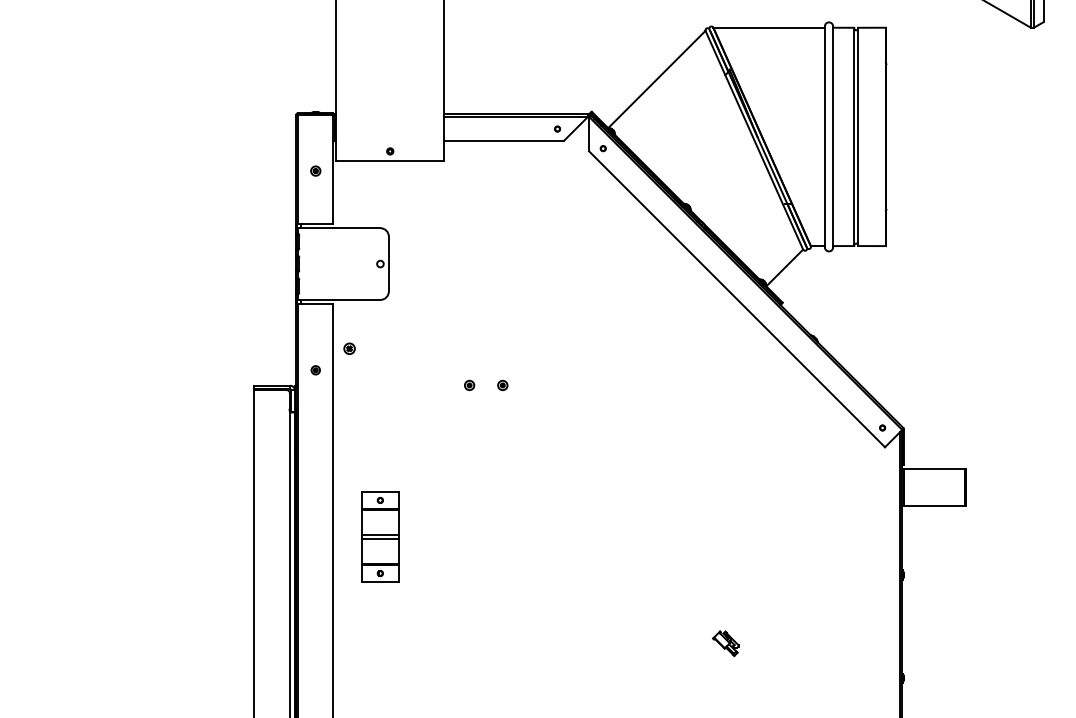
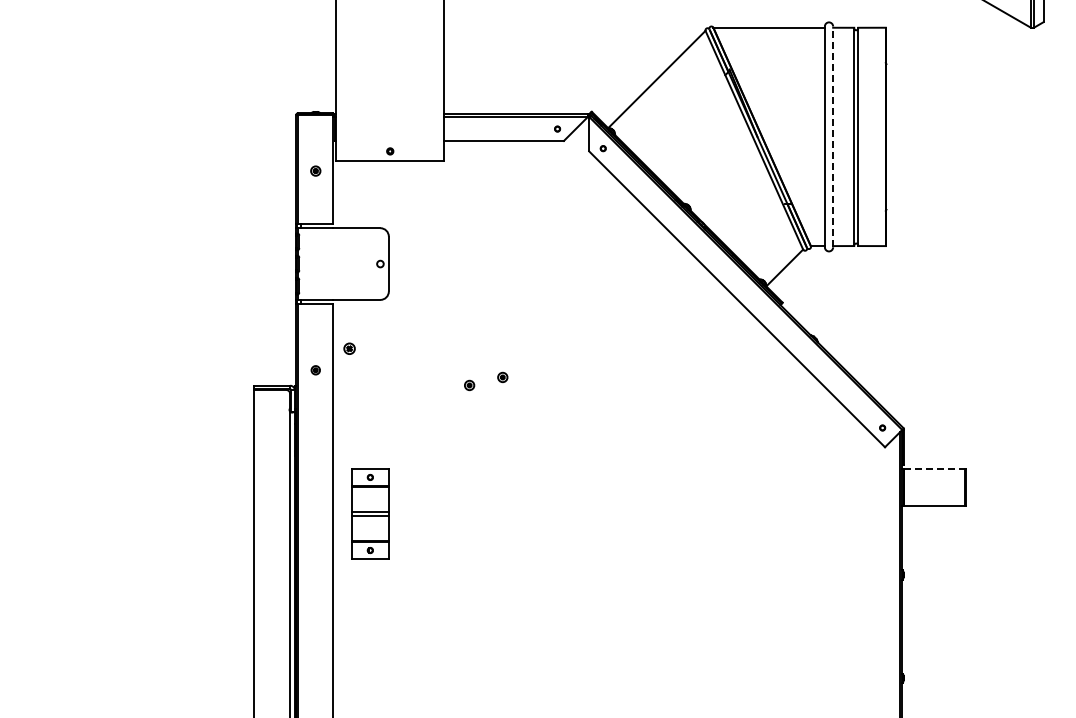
line at (833, 136): solid -> dashed
part at (502, 385) position: (502, 385) -> (502, 377)
line at (935, 468): solid -> dashed
part at (380, 536) position: (380, 536) -> (370, 513)
part at (725, 643): present -> none
